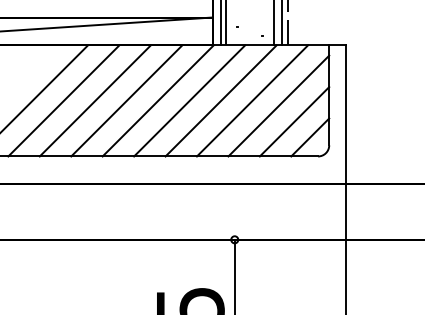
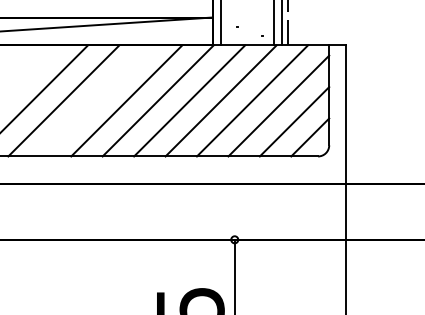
line at (226, 23): present -> none
line at (94, 100): present -> none
